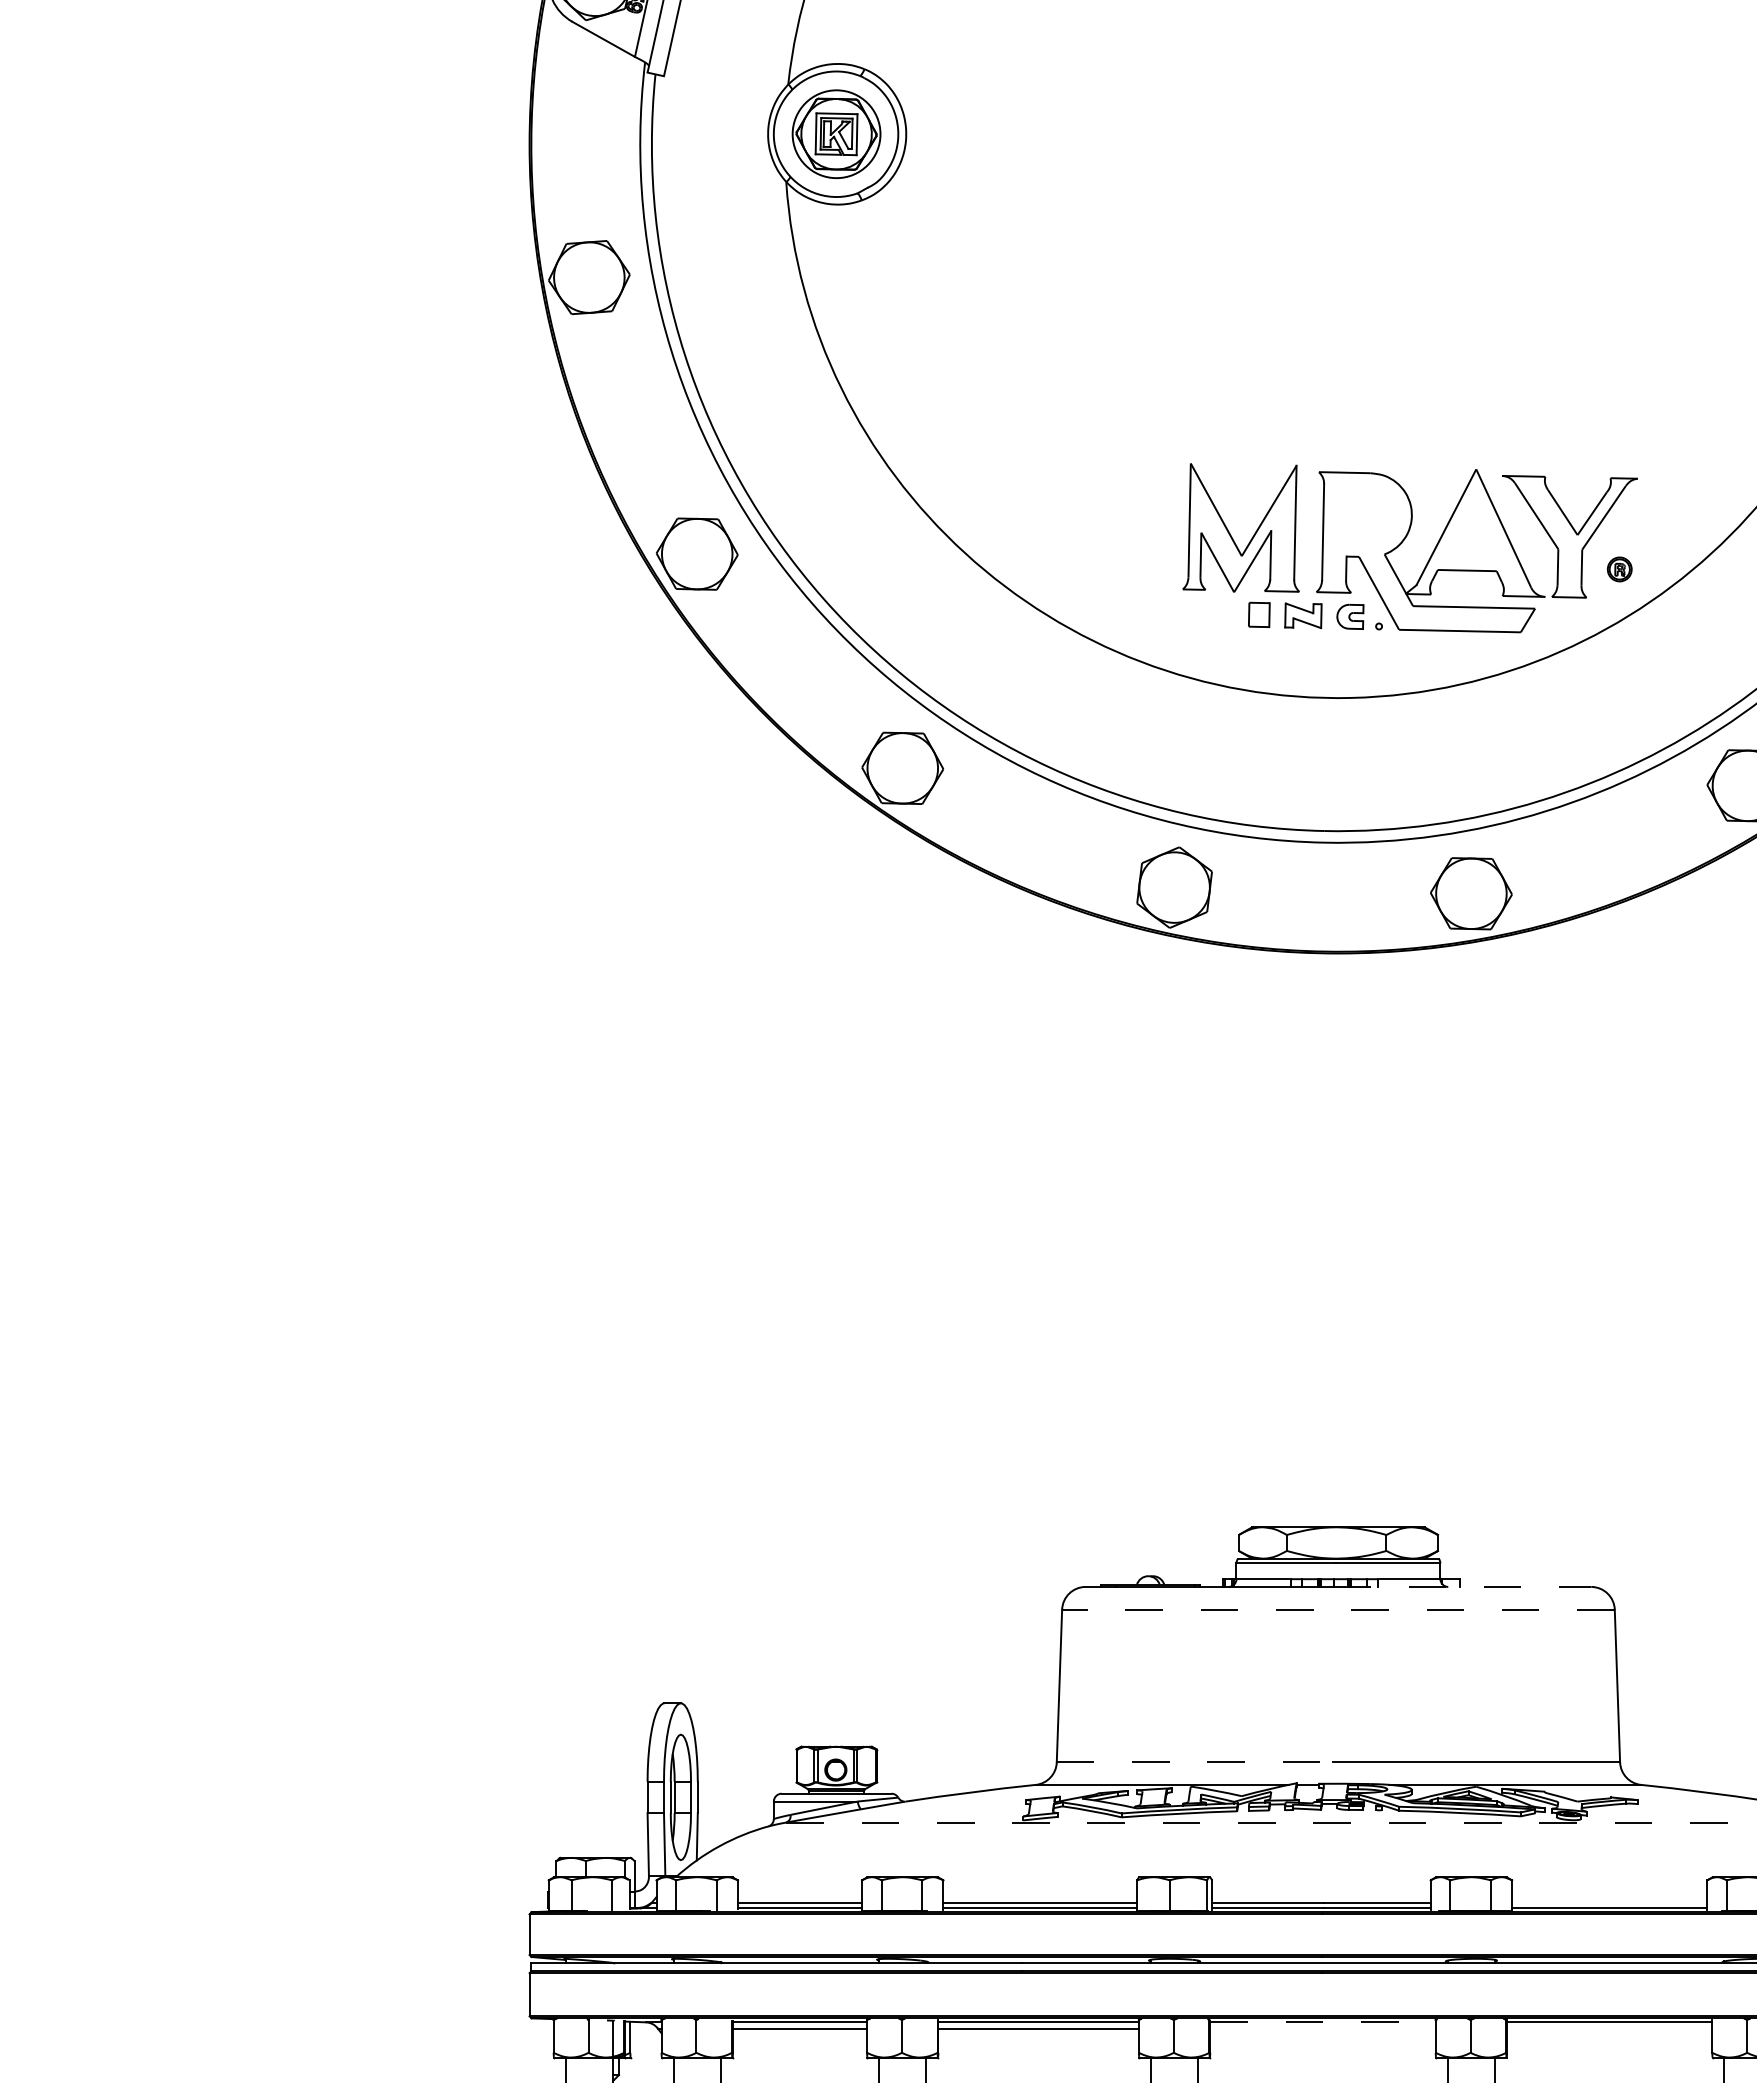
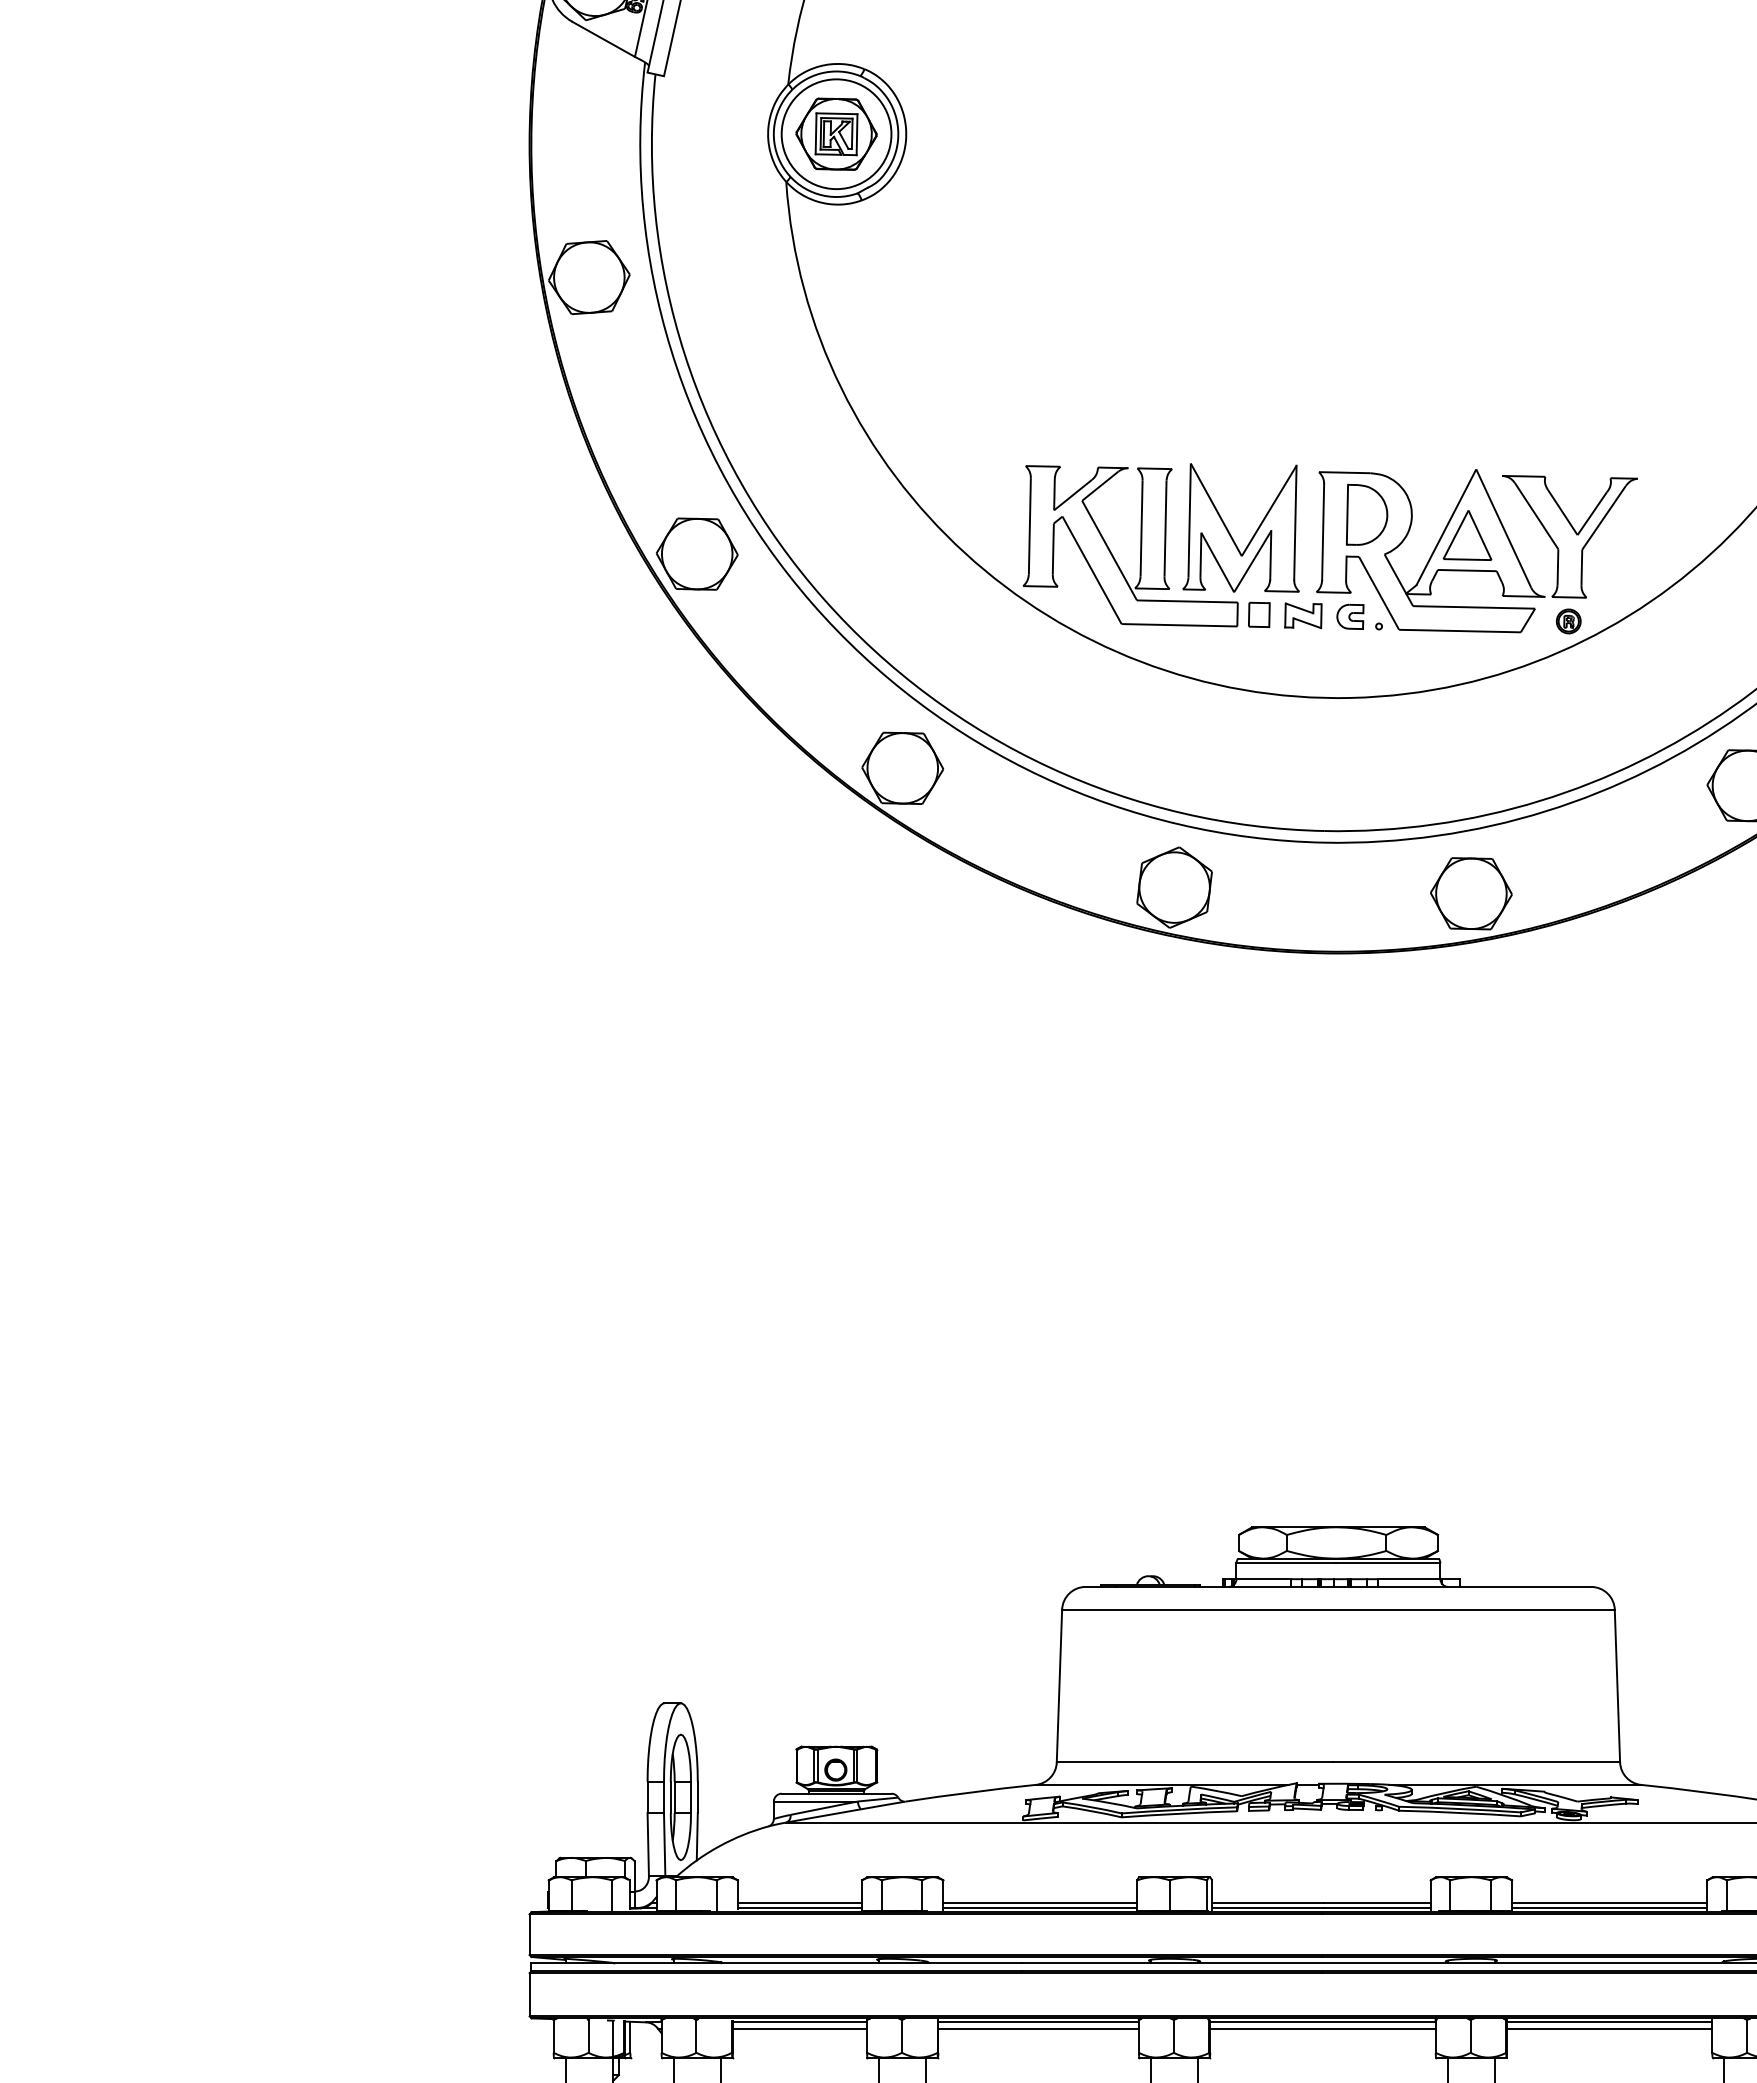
circle at (836, 134) diameter: 88 px -> 110 px
part at (1367, 514): none -> present
part at (1467, 535): none -> present
part at (1140, 546): none -> present
part at (1619, 569) position: (1619, 569) -> (1568, 621)
line at (1462, 1586): dashed -> solid
line at (1337, 1609): dashed -> solid
line at (1194, 1762): dashed -> solid
line at (1272, 1822): dashed -> solid
line at (1609, 1902): none -> present
line at (1323, 2022): dashed -> solid
line at (1322, 2028): none -> present
line at (1609, 2028): none -> present
